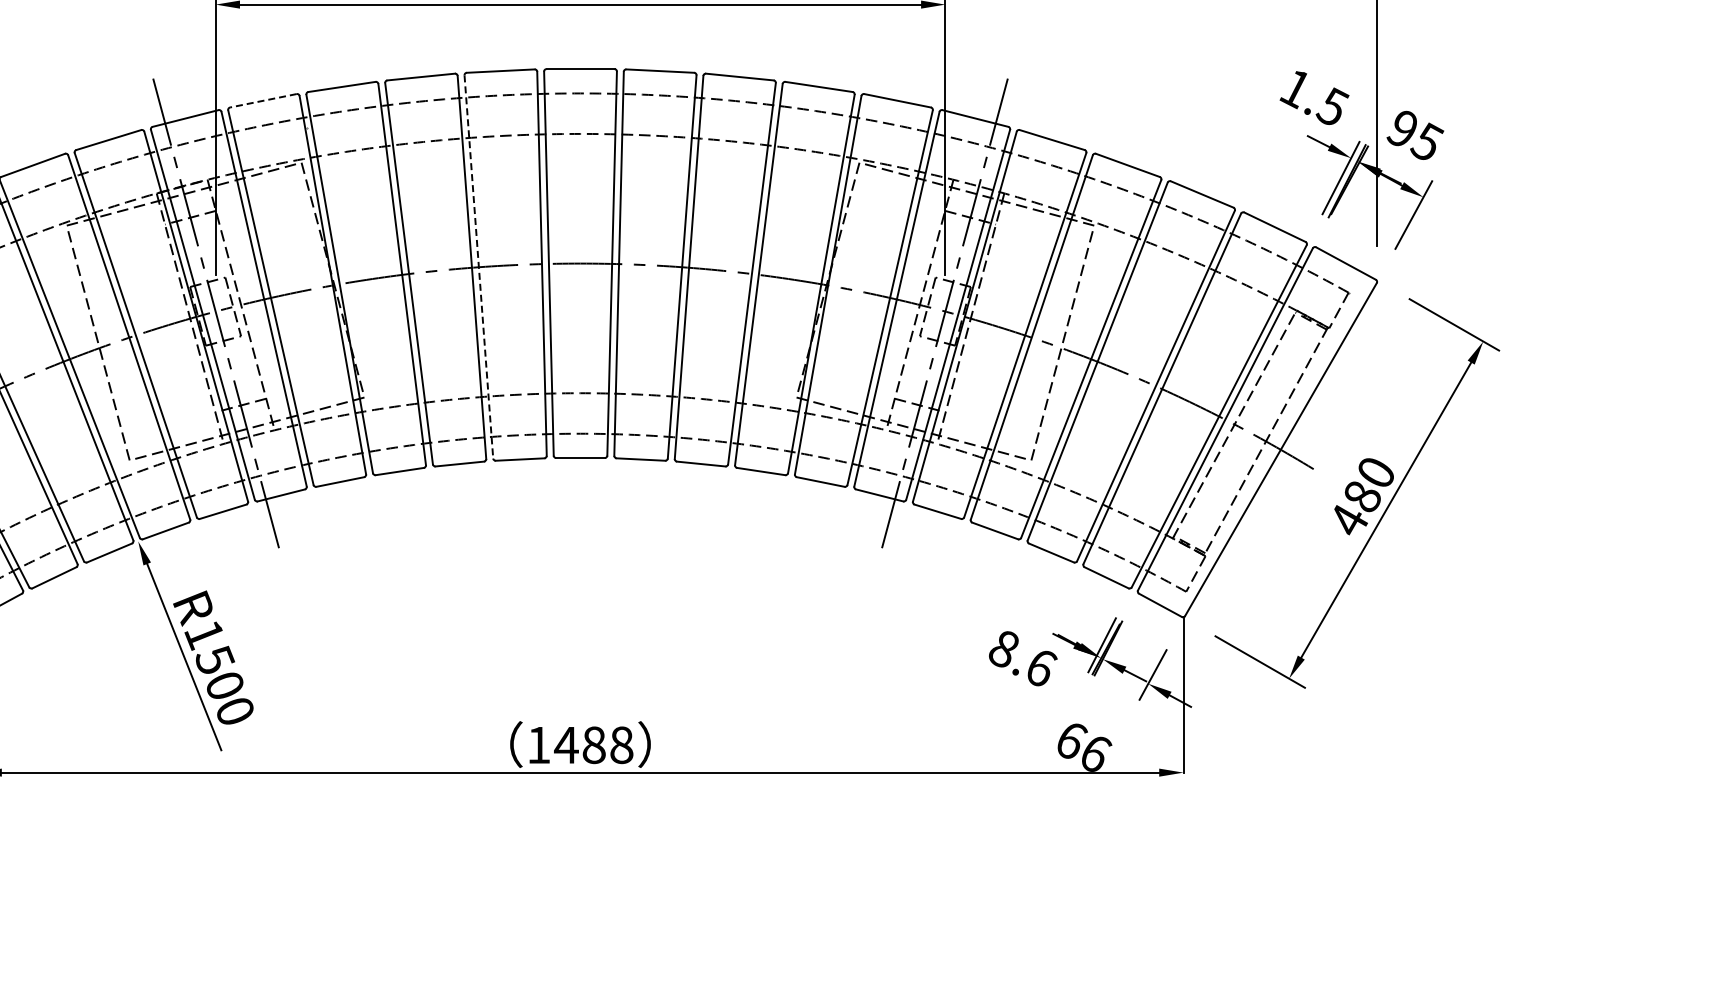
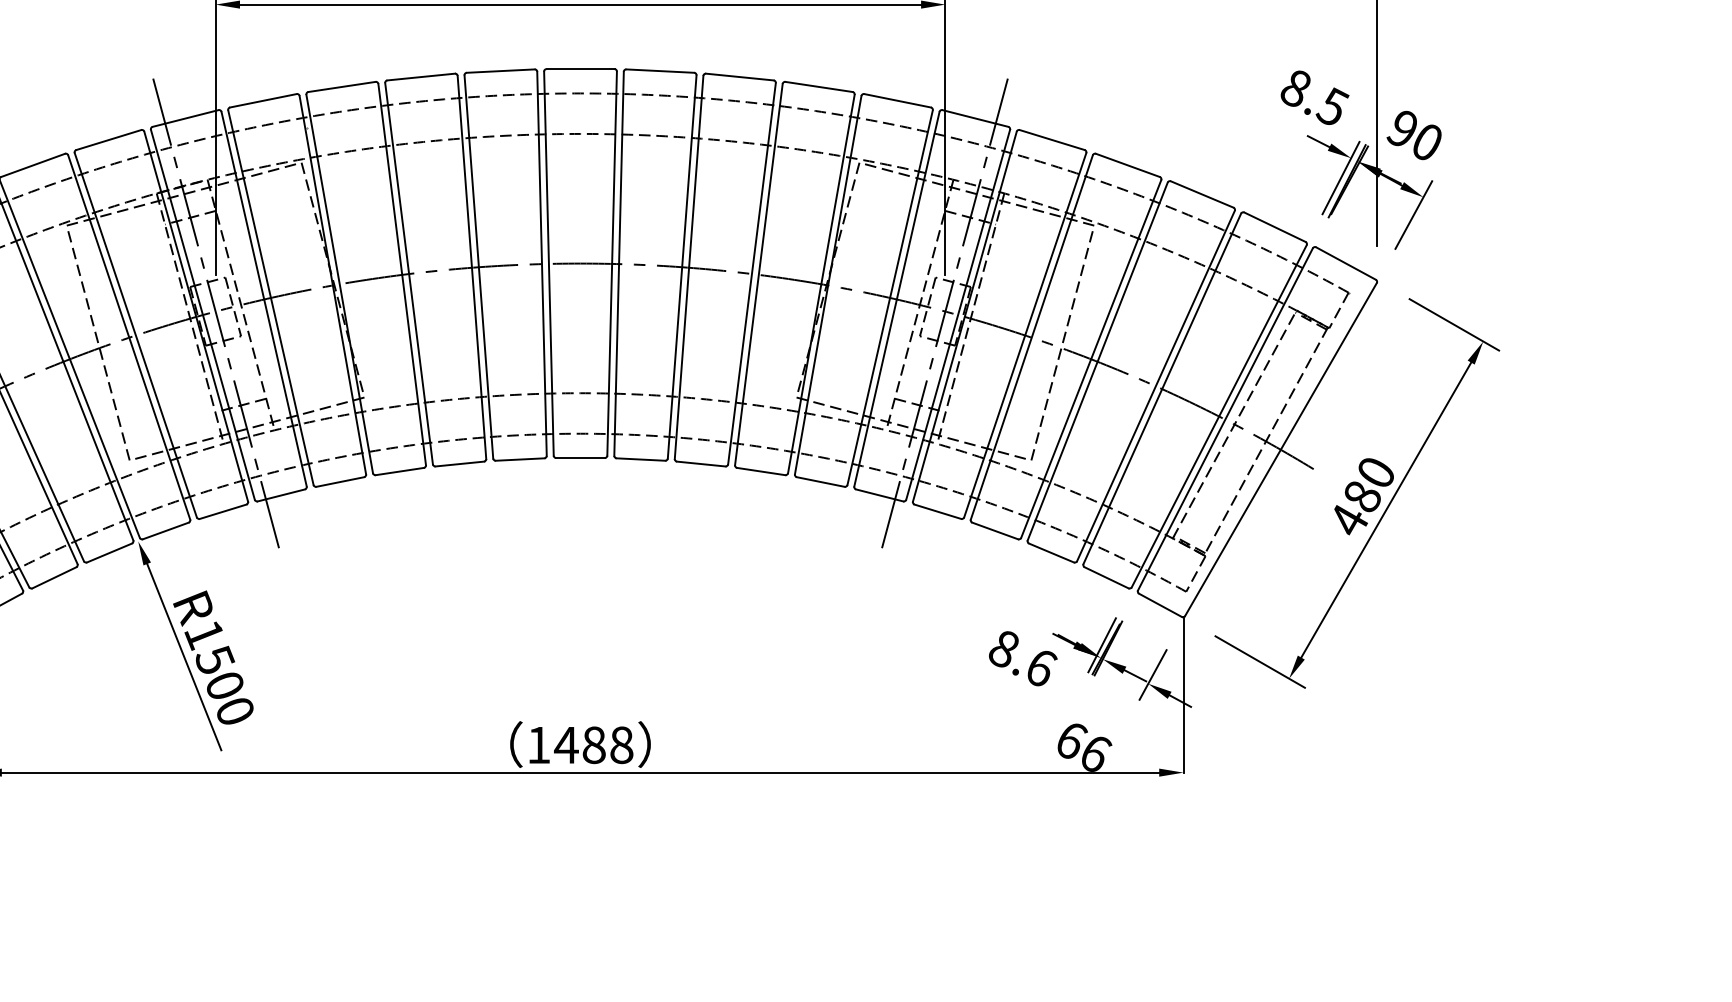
text at (1294, 89): 1.5 -> 8.5
line at (263, 100): dashed -> solid
text at (1427, 141): 95 -> 90
line at (478, 267): dashed -> solid
